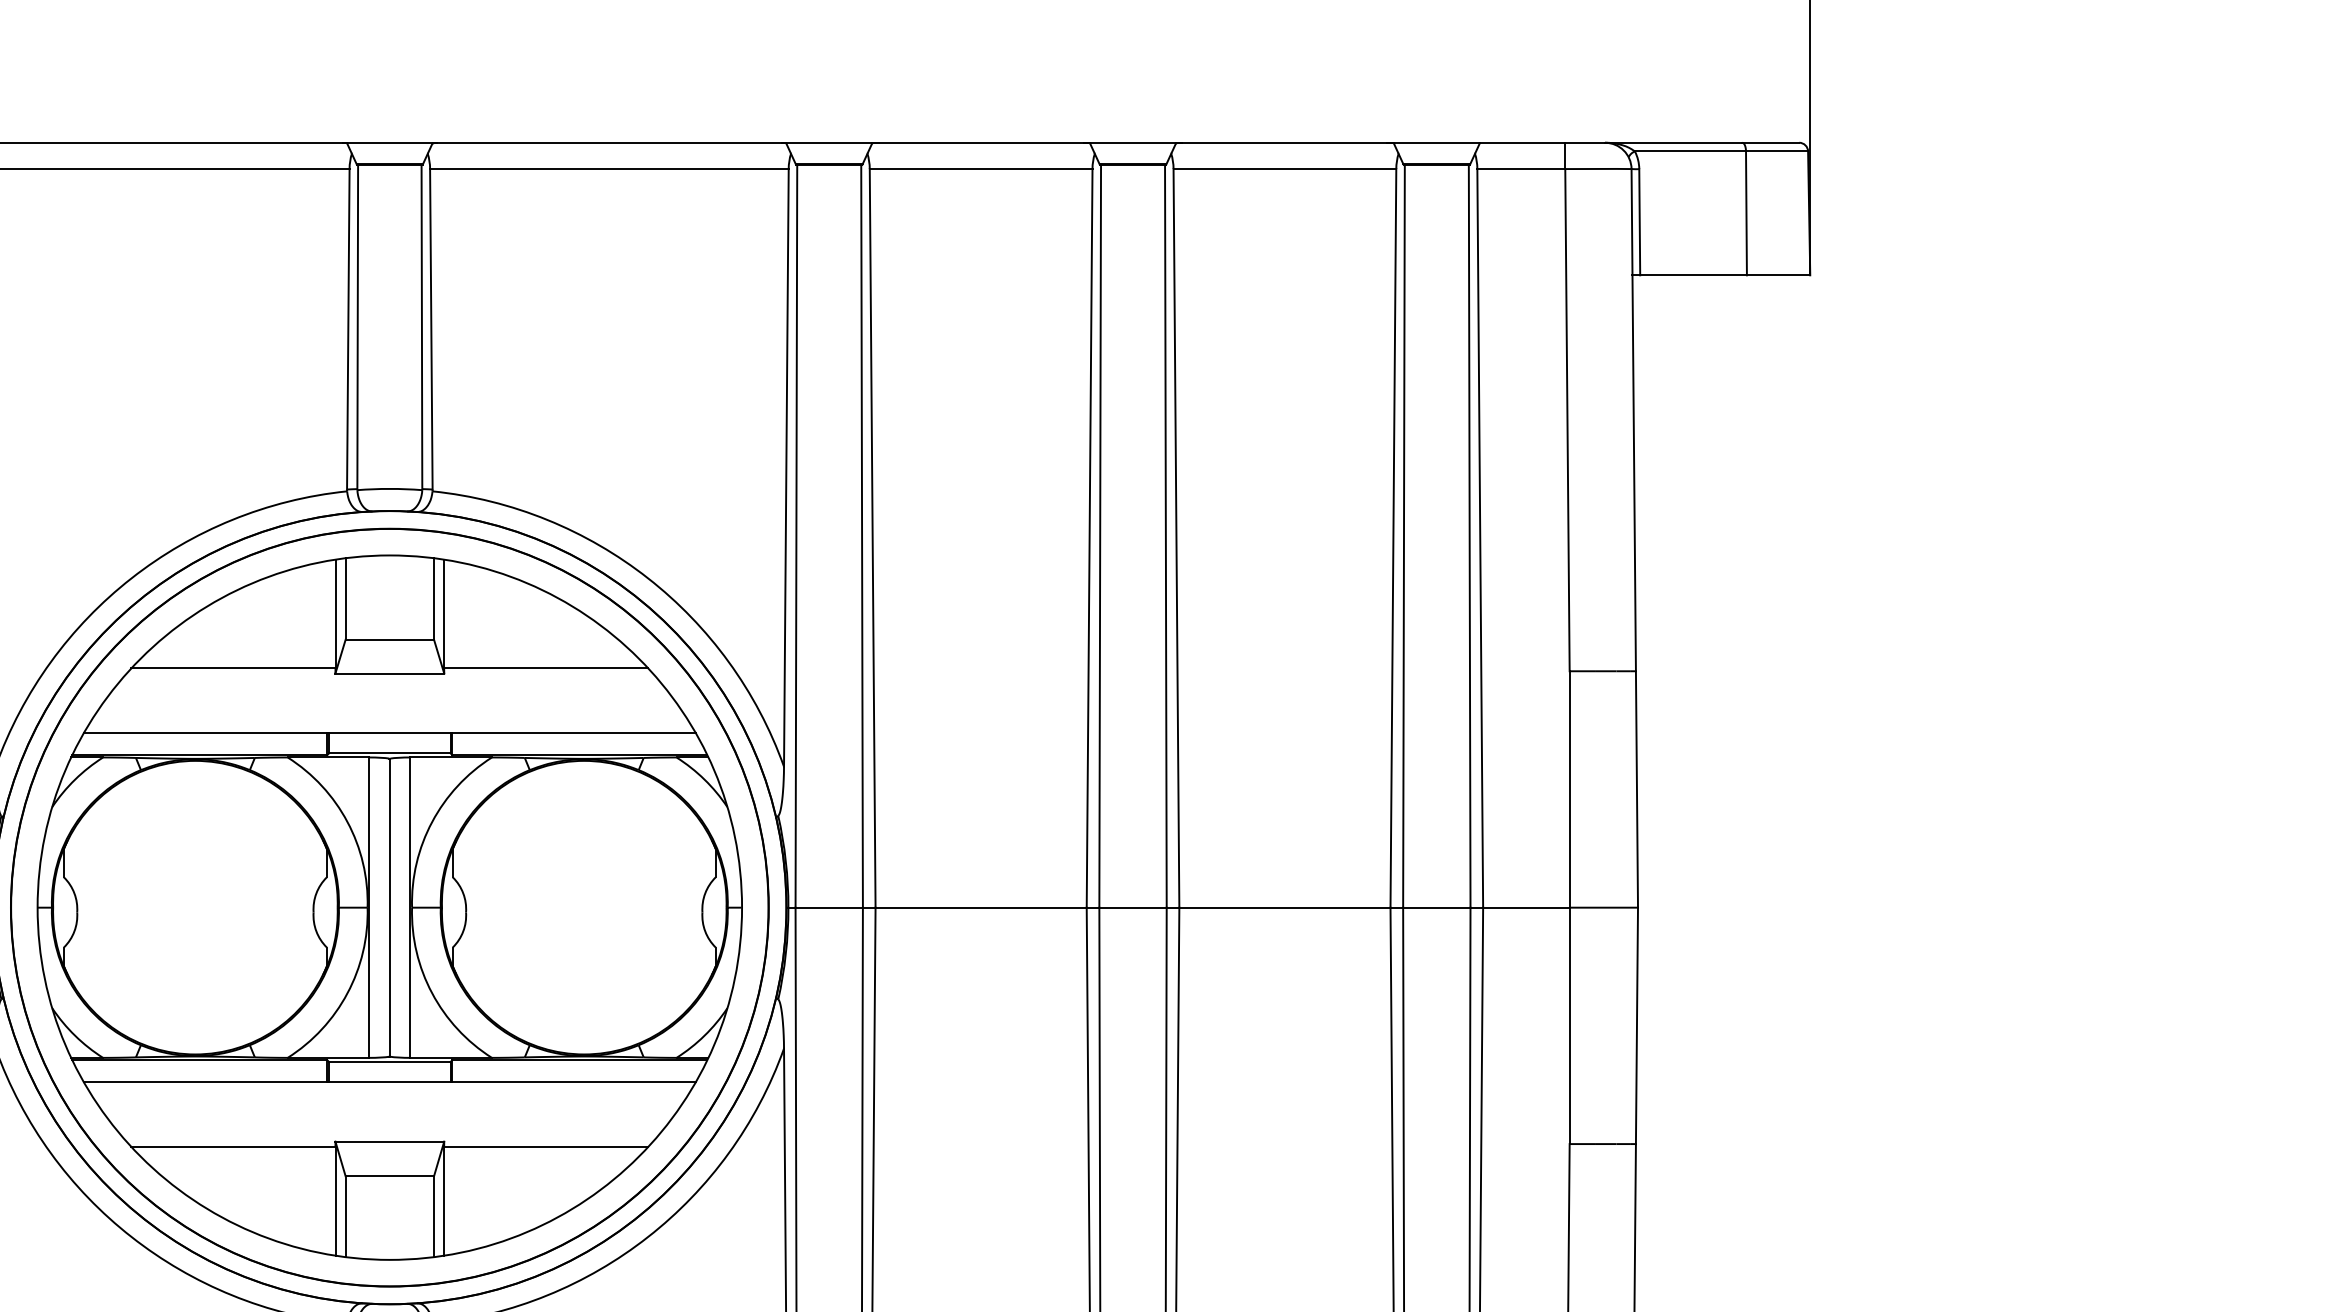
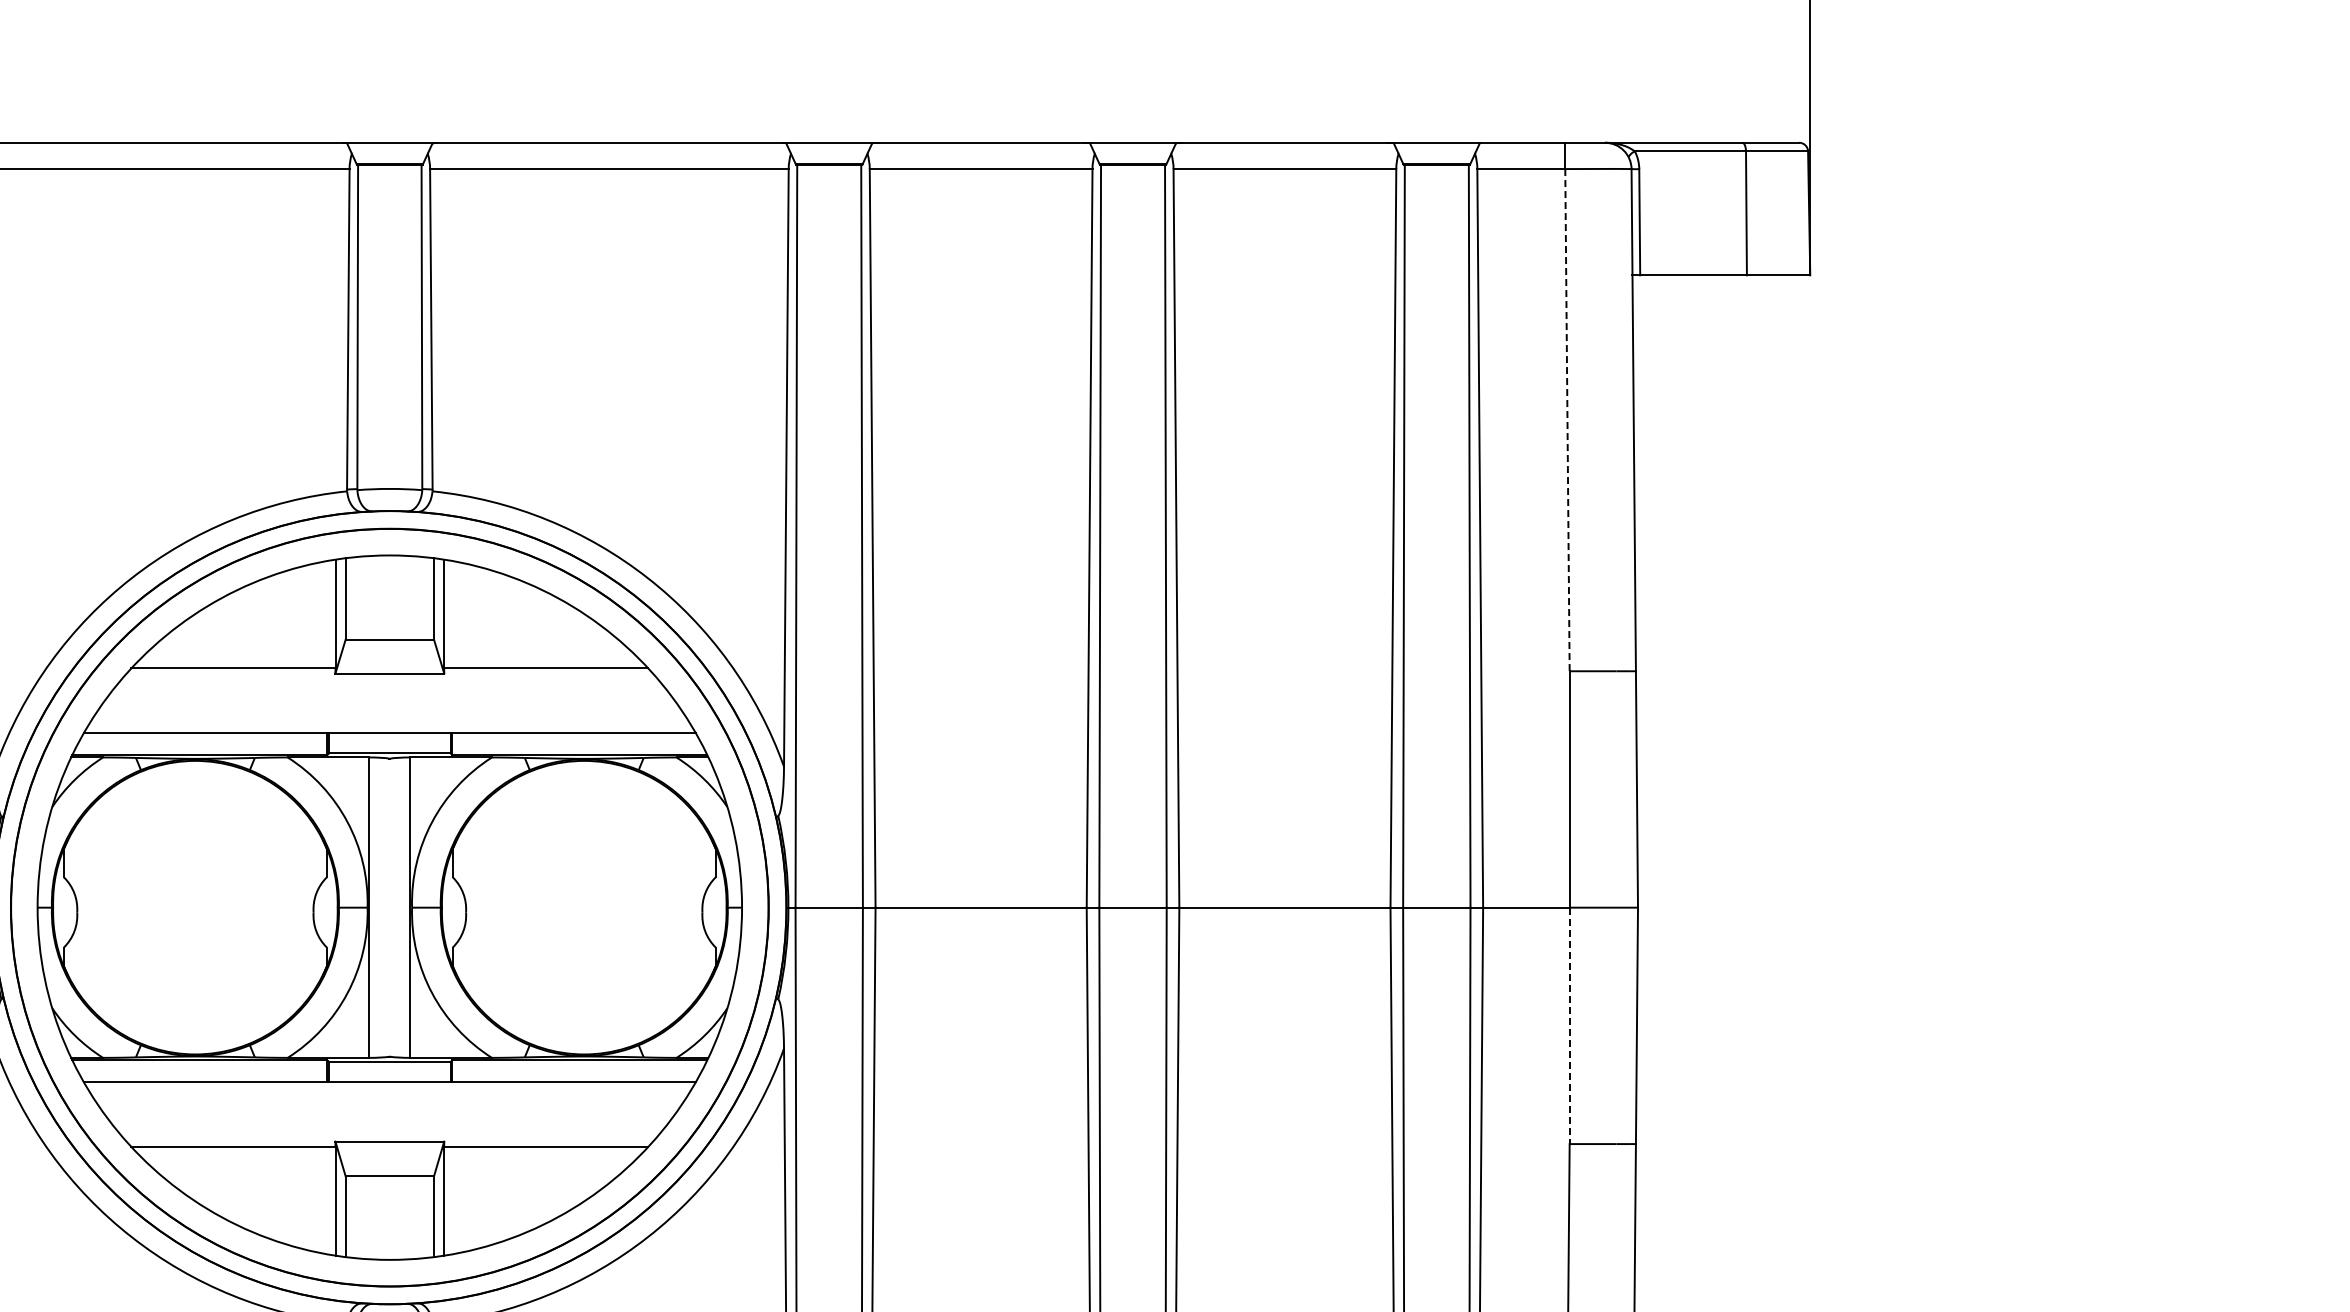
line at (1567, 420): solid -> dashed
line at (389, 907): present -> none
line at (1569, 1026): solid -> dashed
